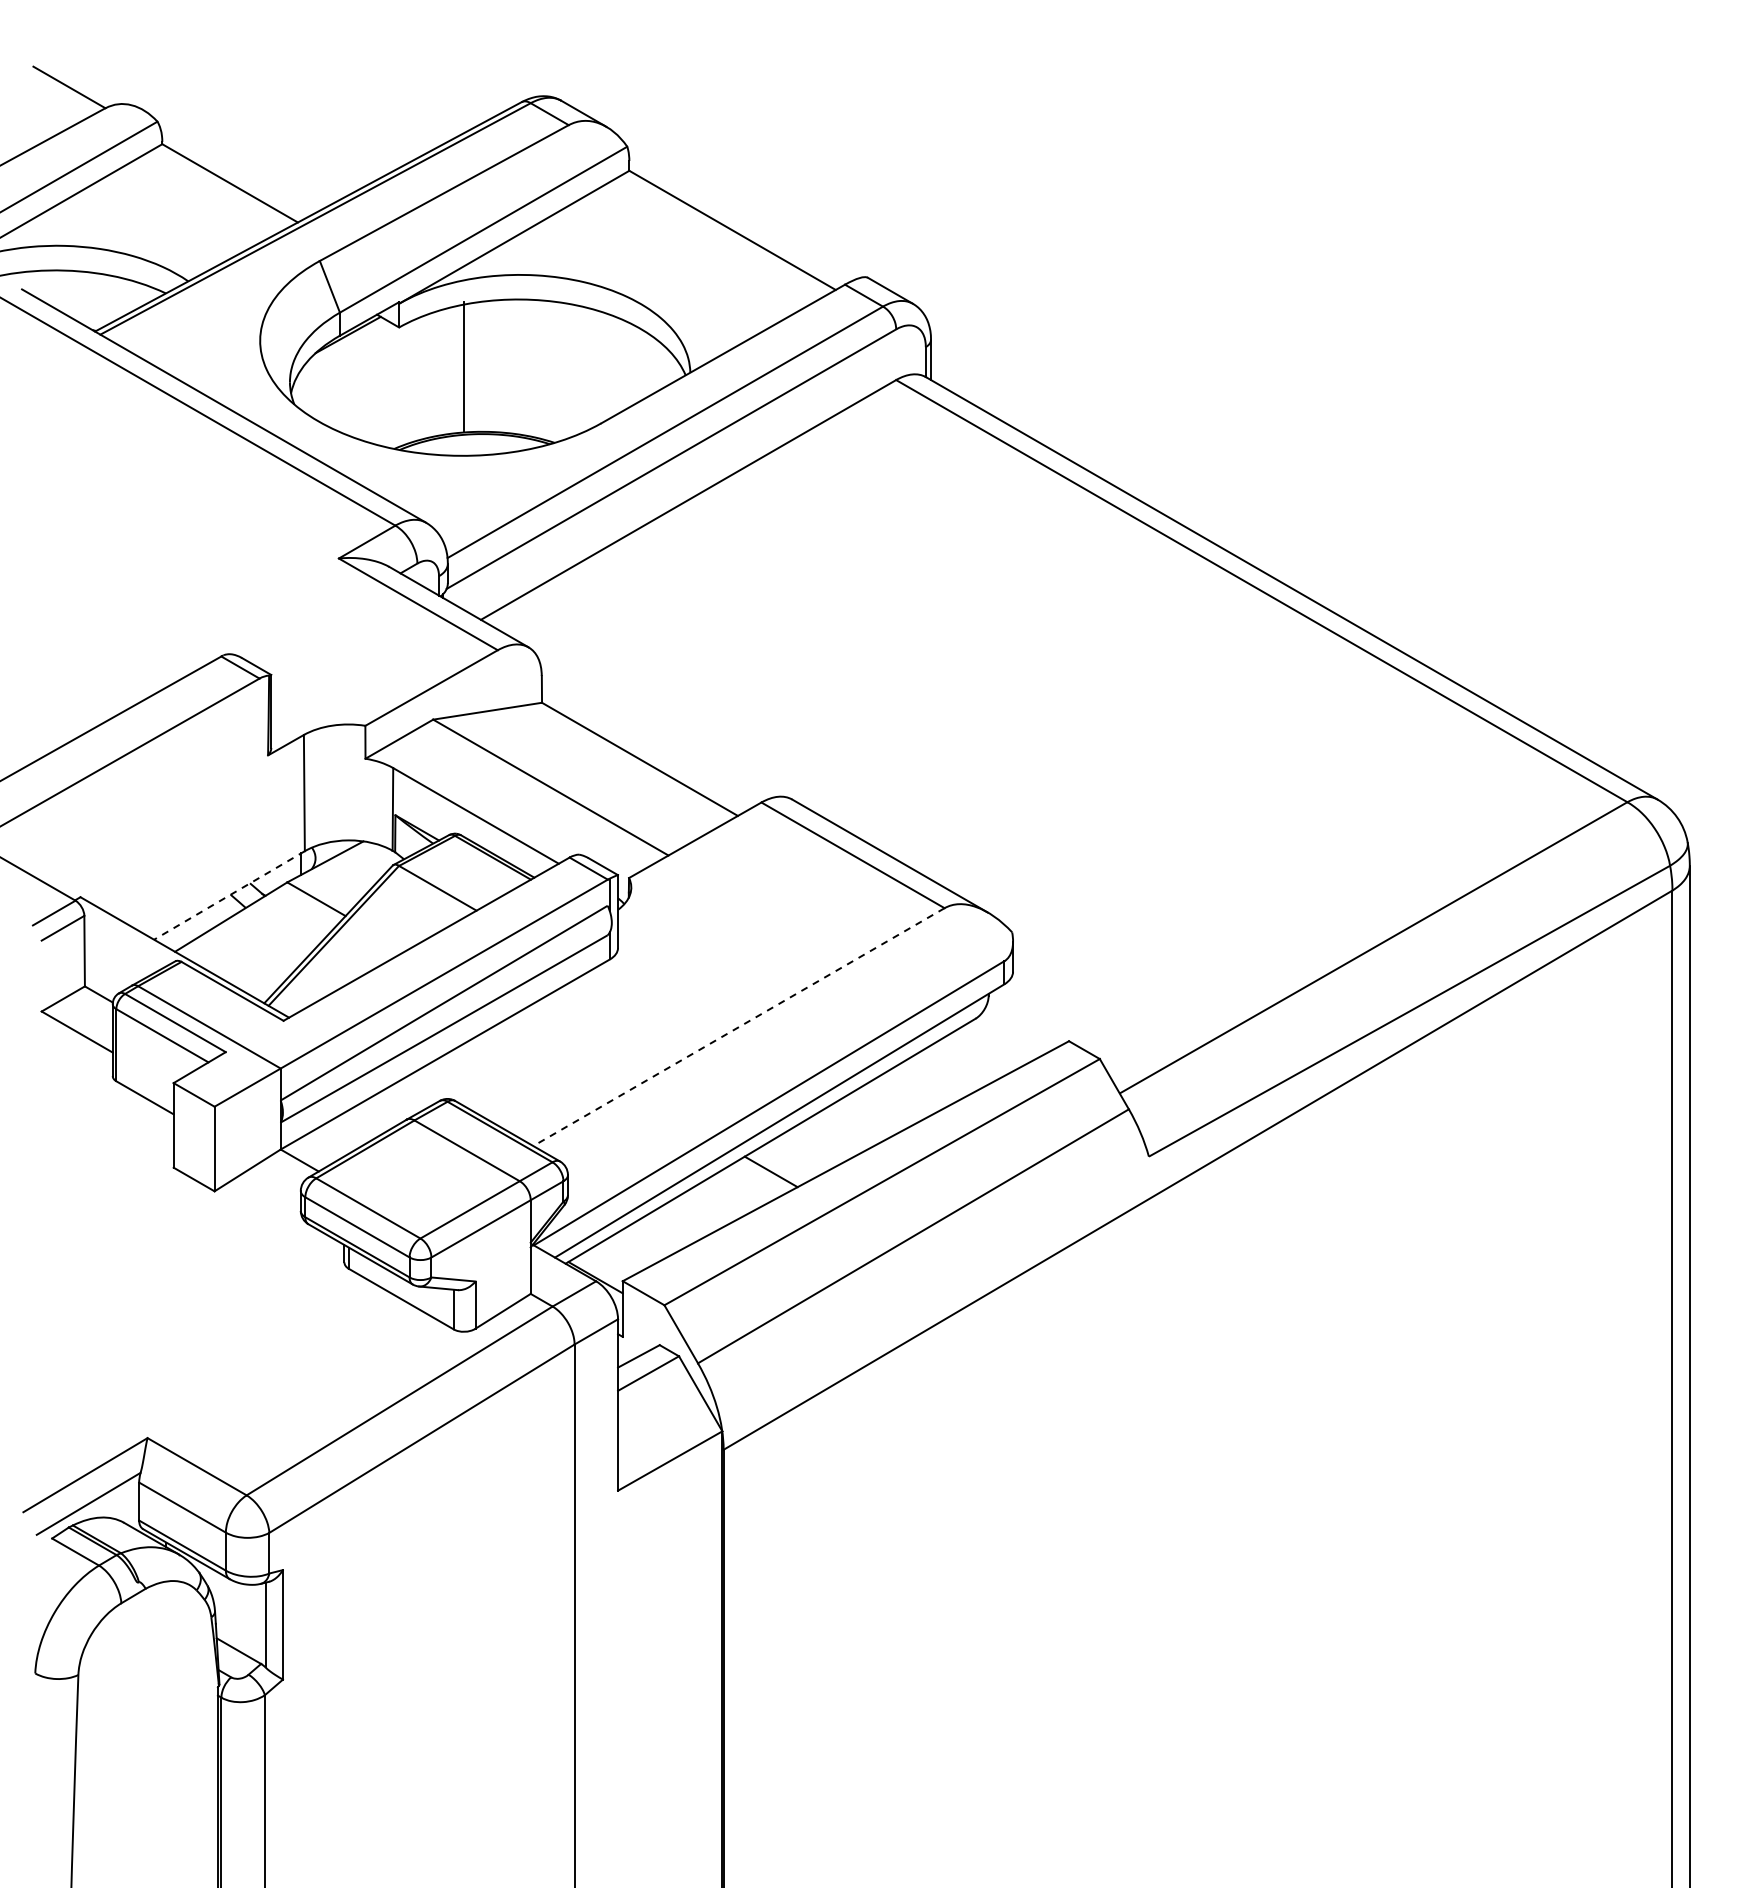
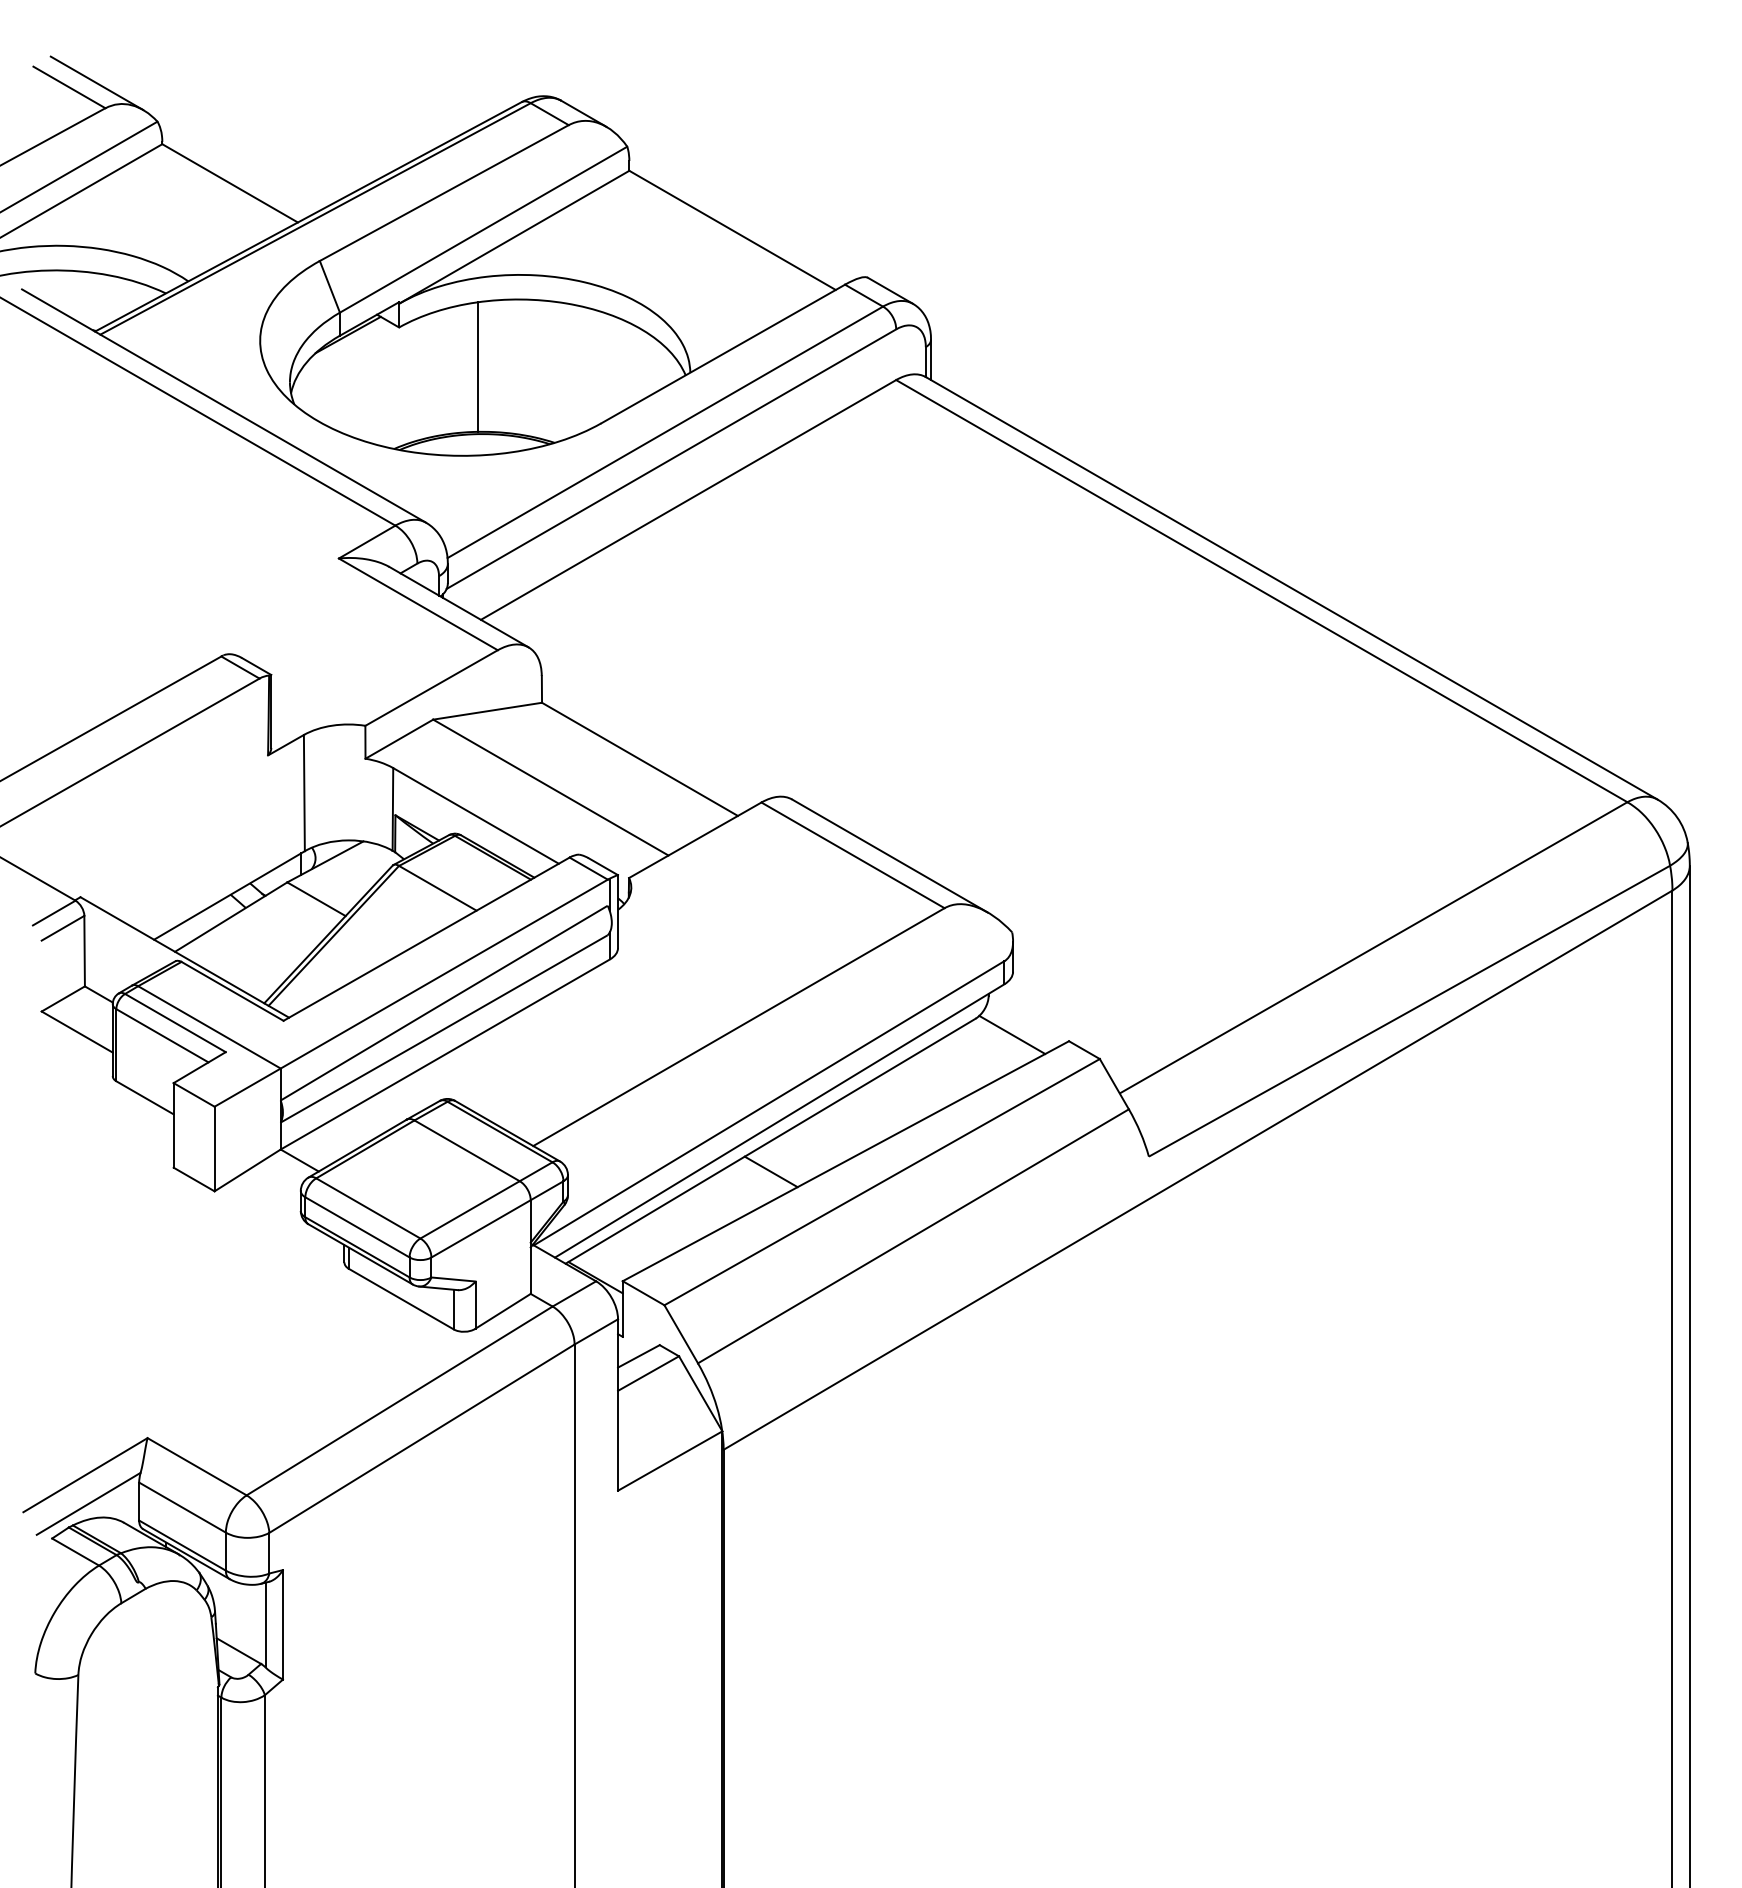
line at (96, 82): none -> present
line at (464, 366) position: (464, 366) -> (478, 366)
line at (229, 895): dashed -> solid
line at (738, 1027): dashed -> solid
line at (1012, 1034): none -> present
